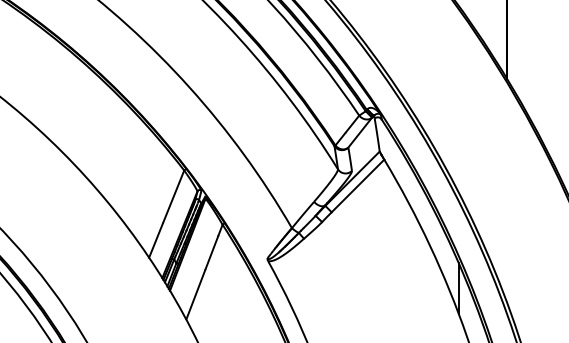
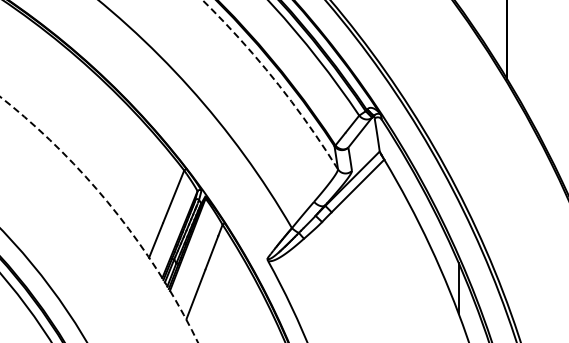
arc at (275, 80): solid -> dashed
circle at (99, 219): solid -> dashed
